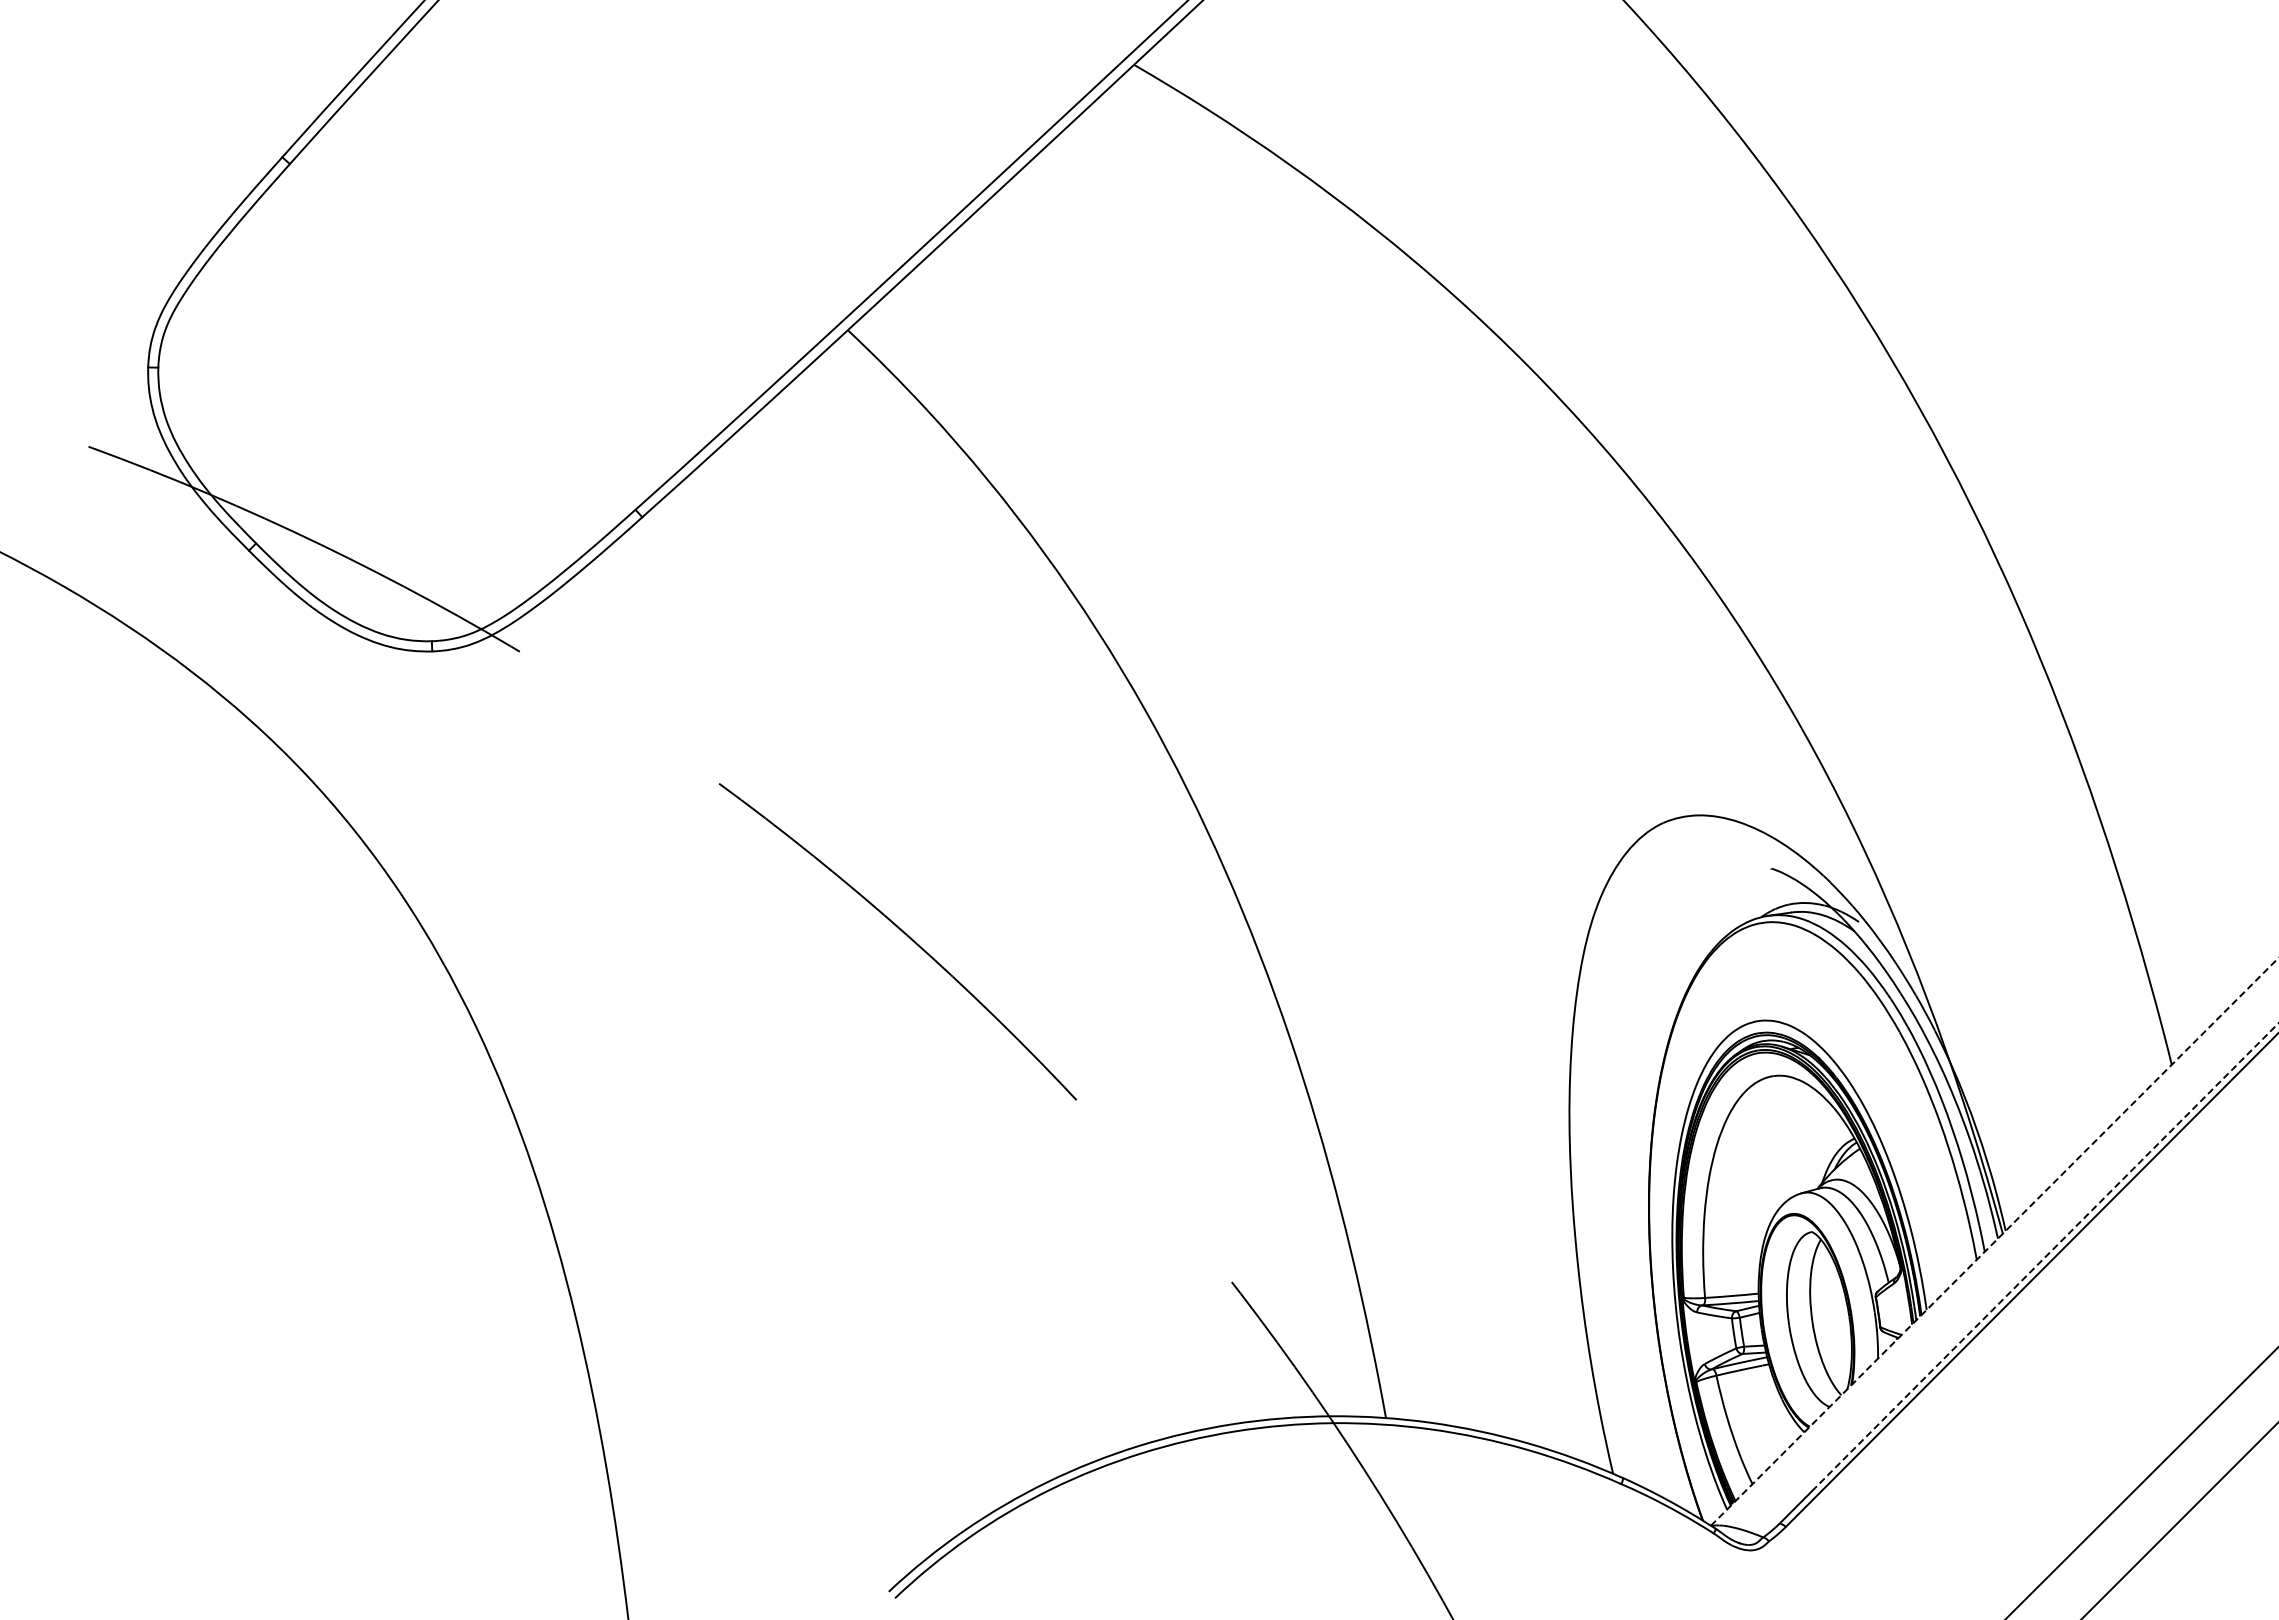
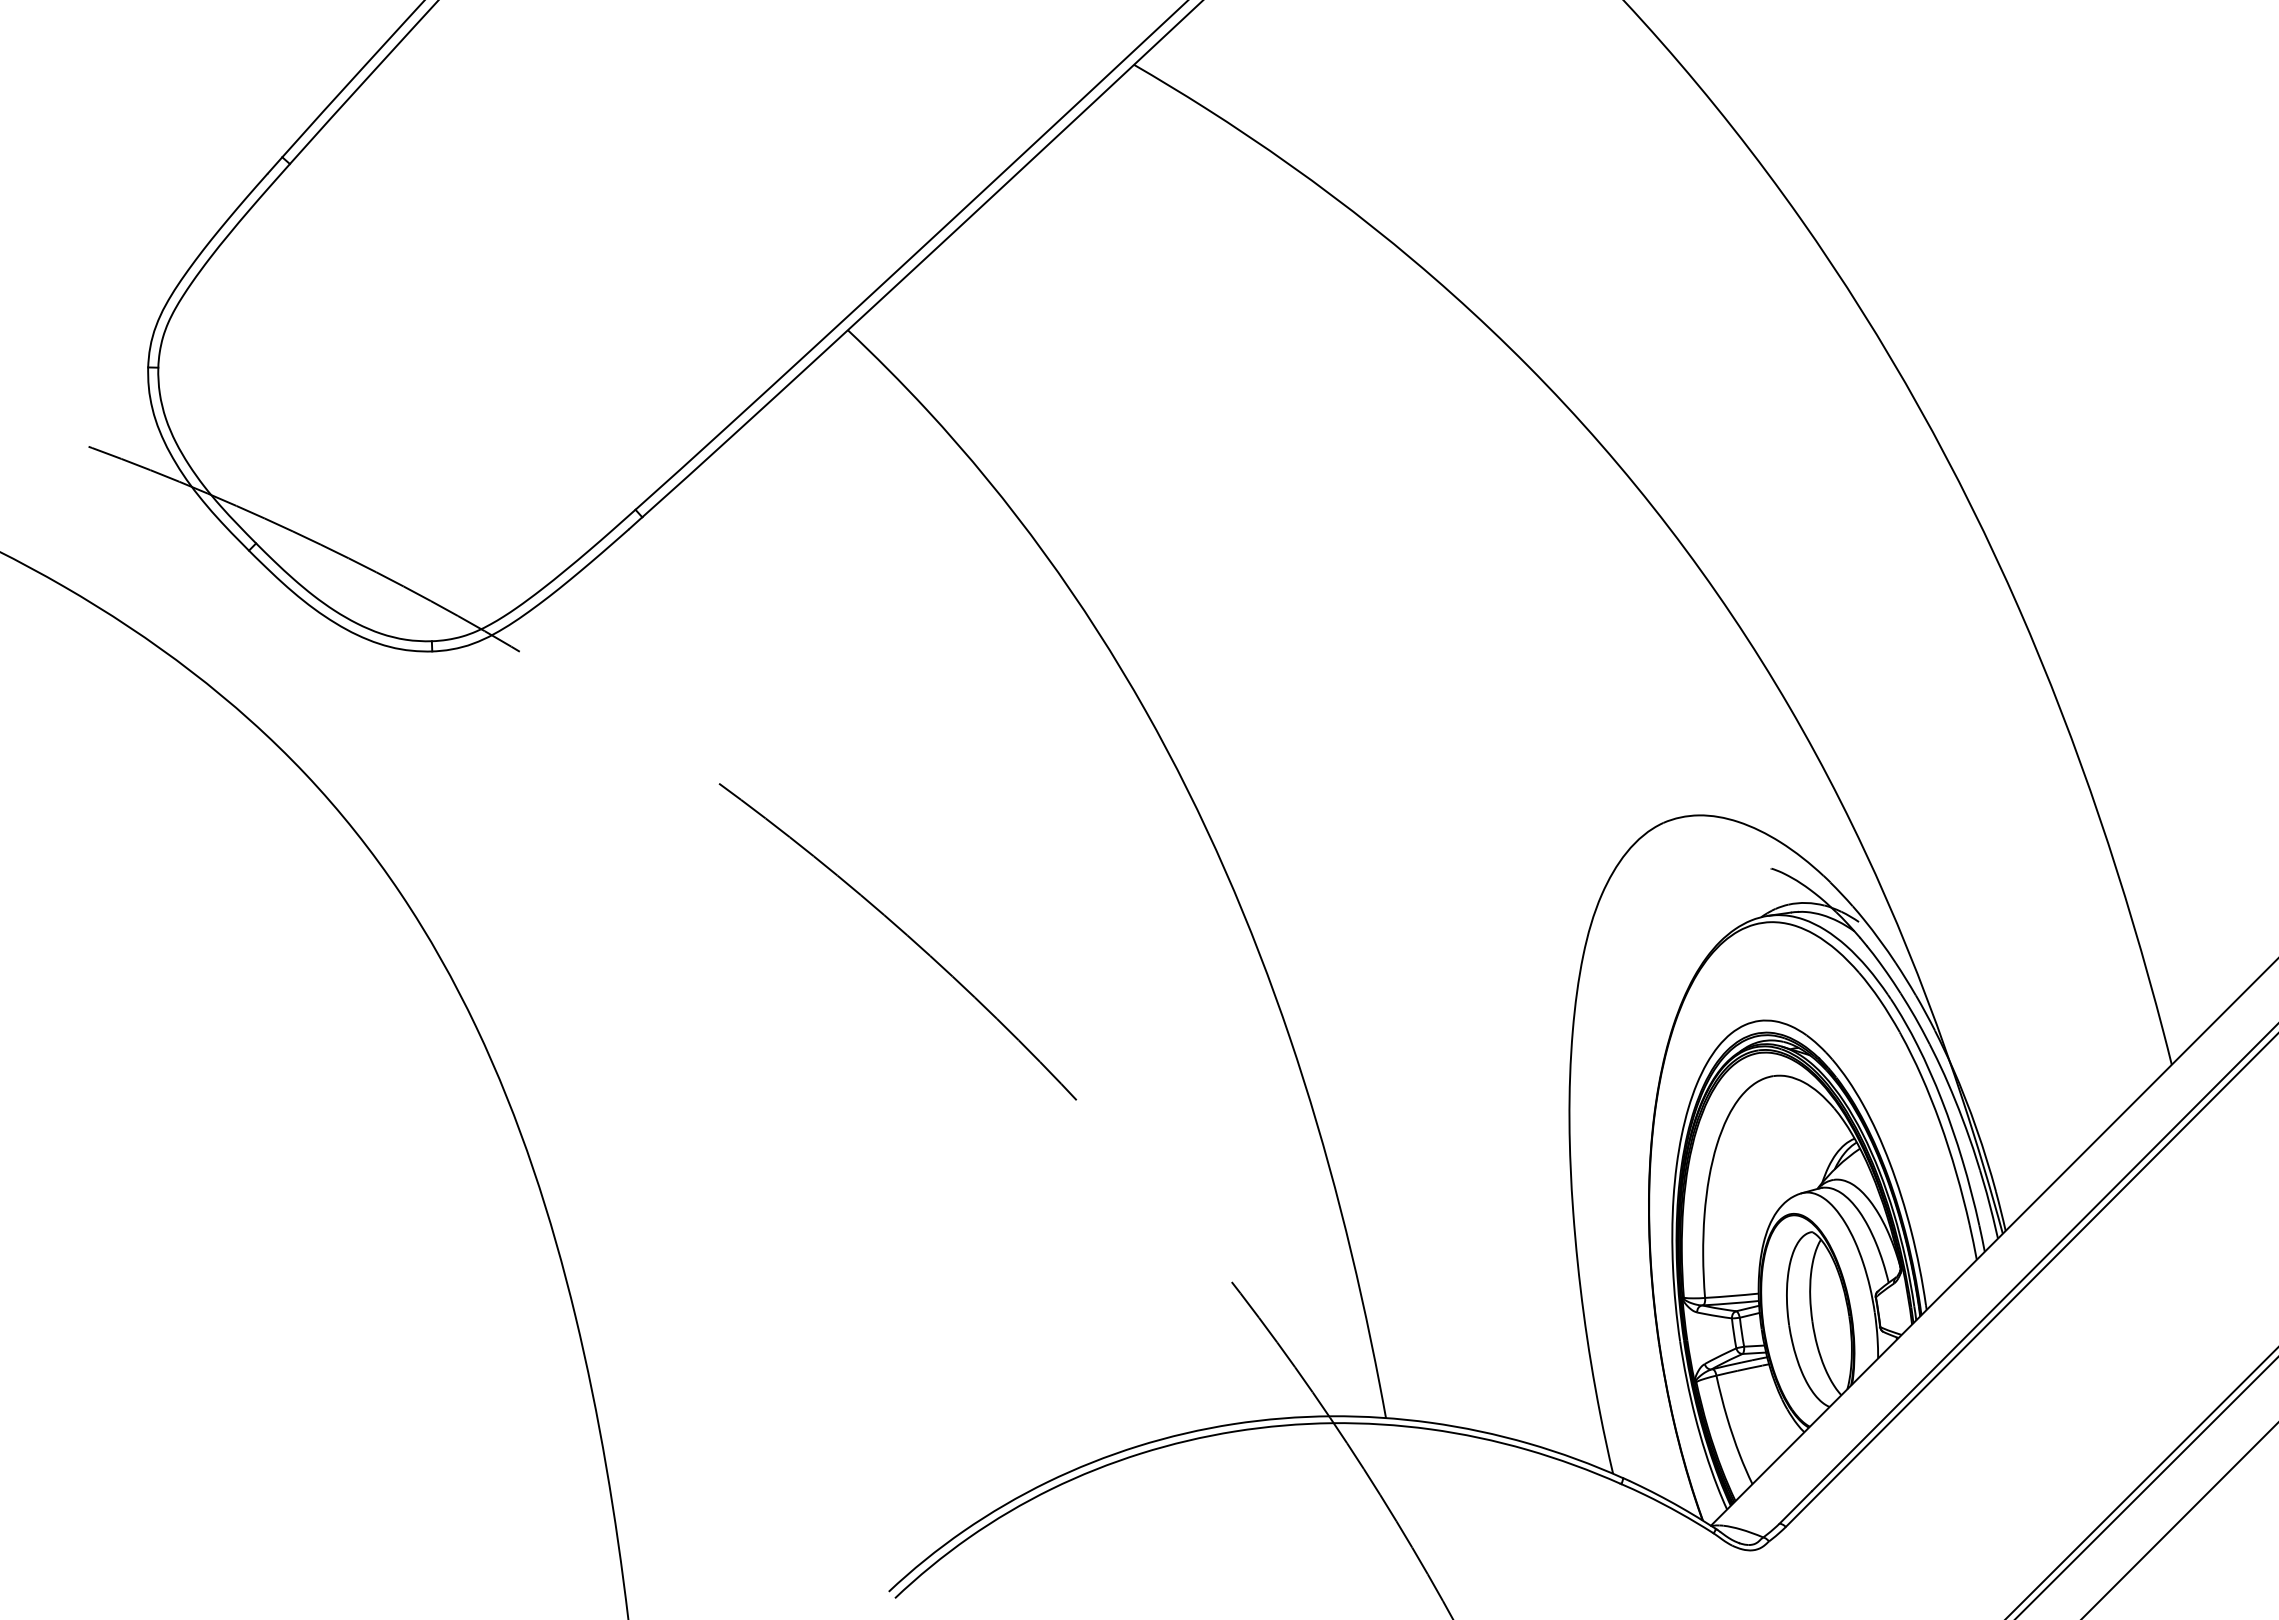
line at (1995, 1241): dashed -> solid
line at (2045, 1256): dashed -> solid
line at (2146, 1487): none -> present
